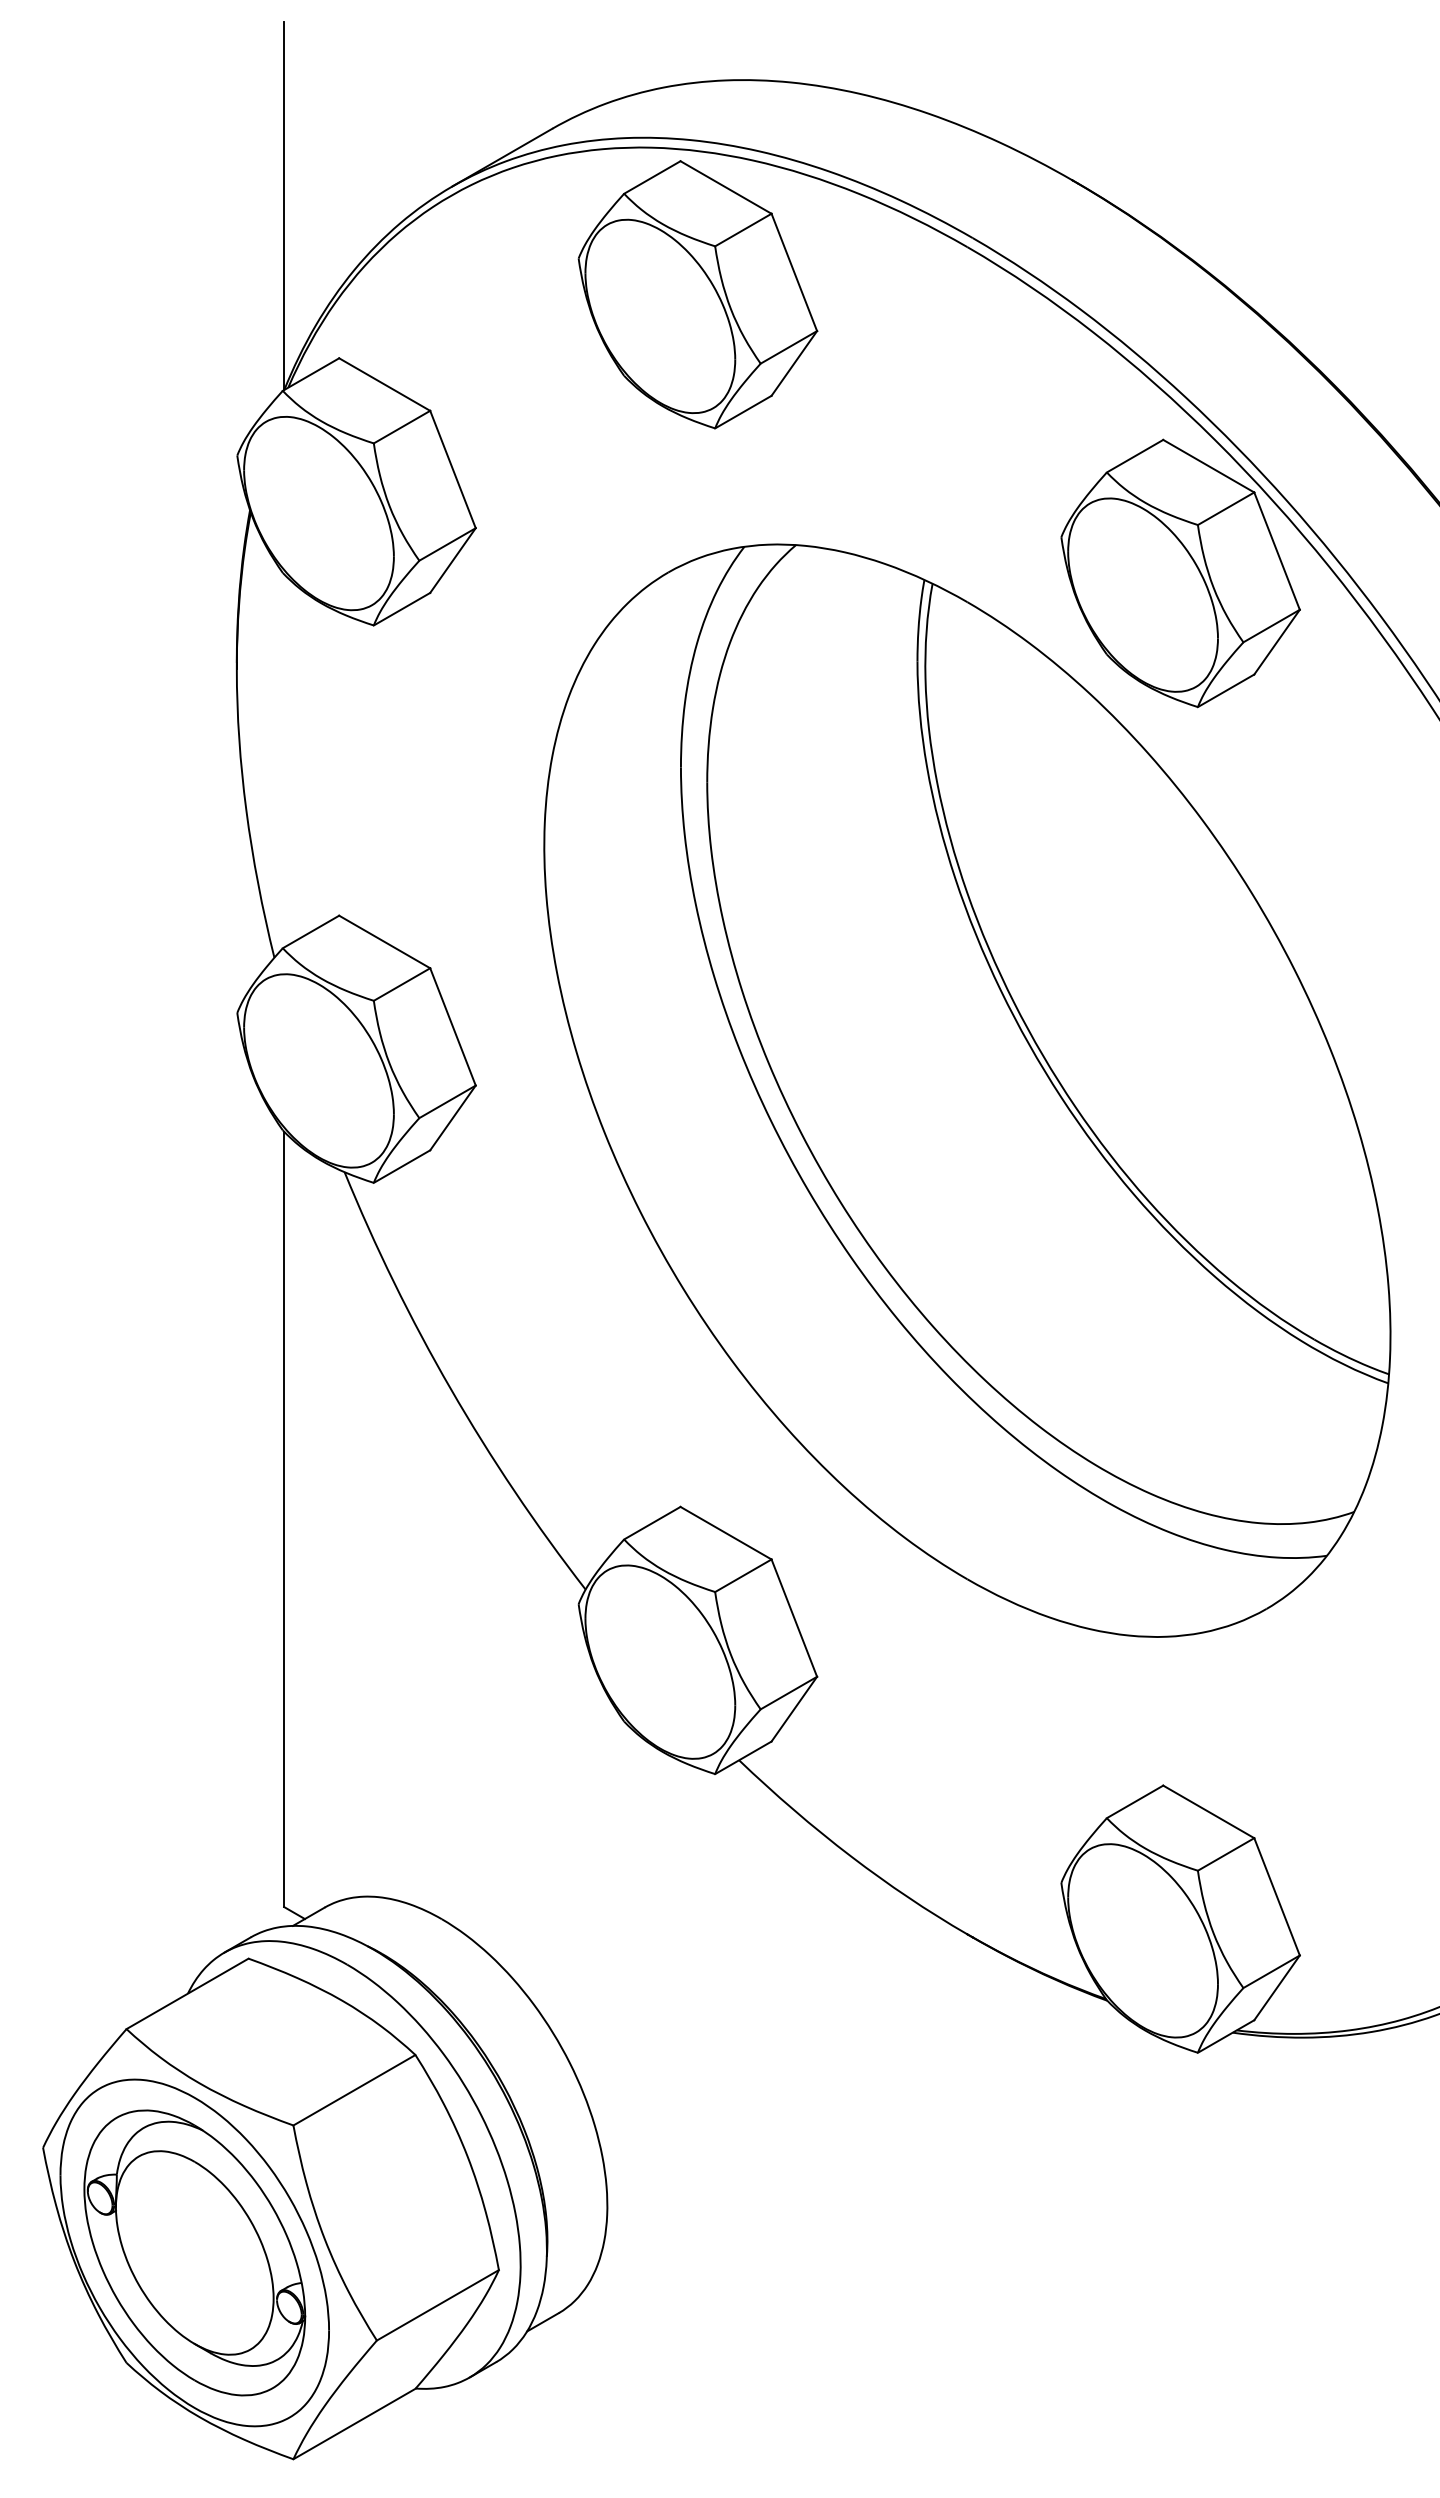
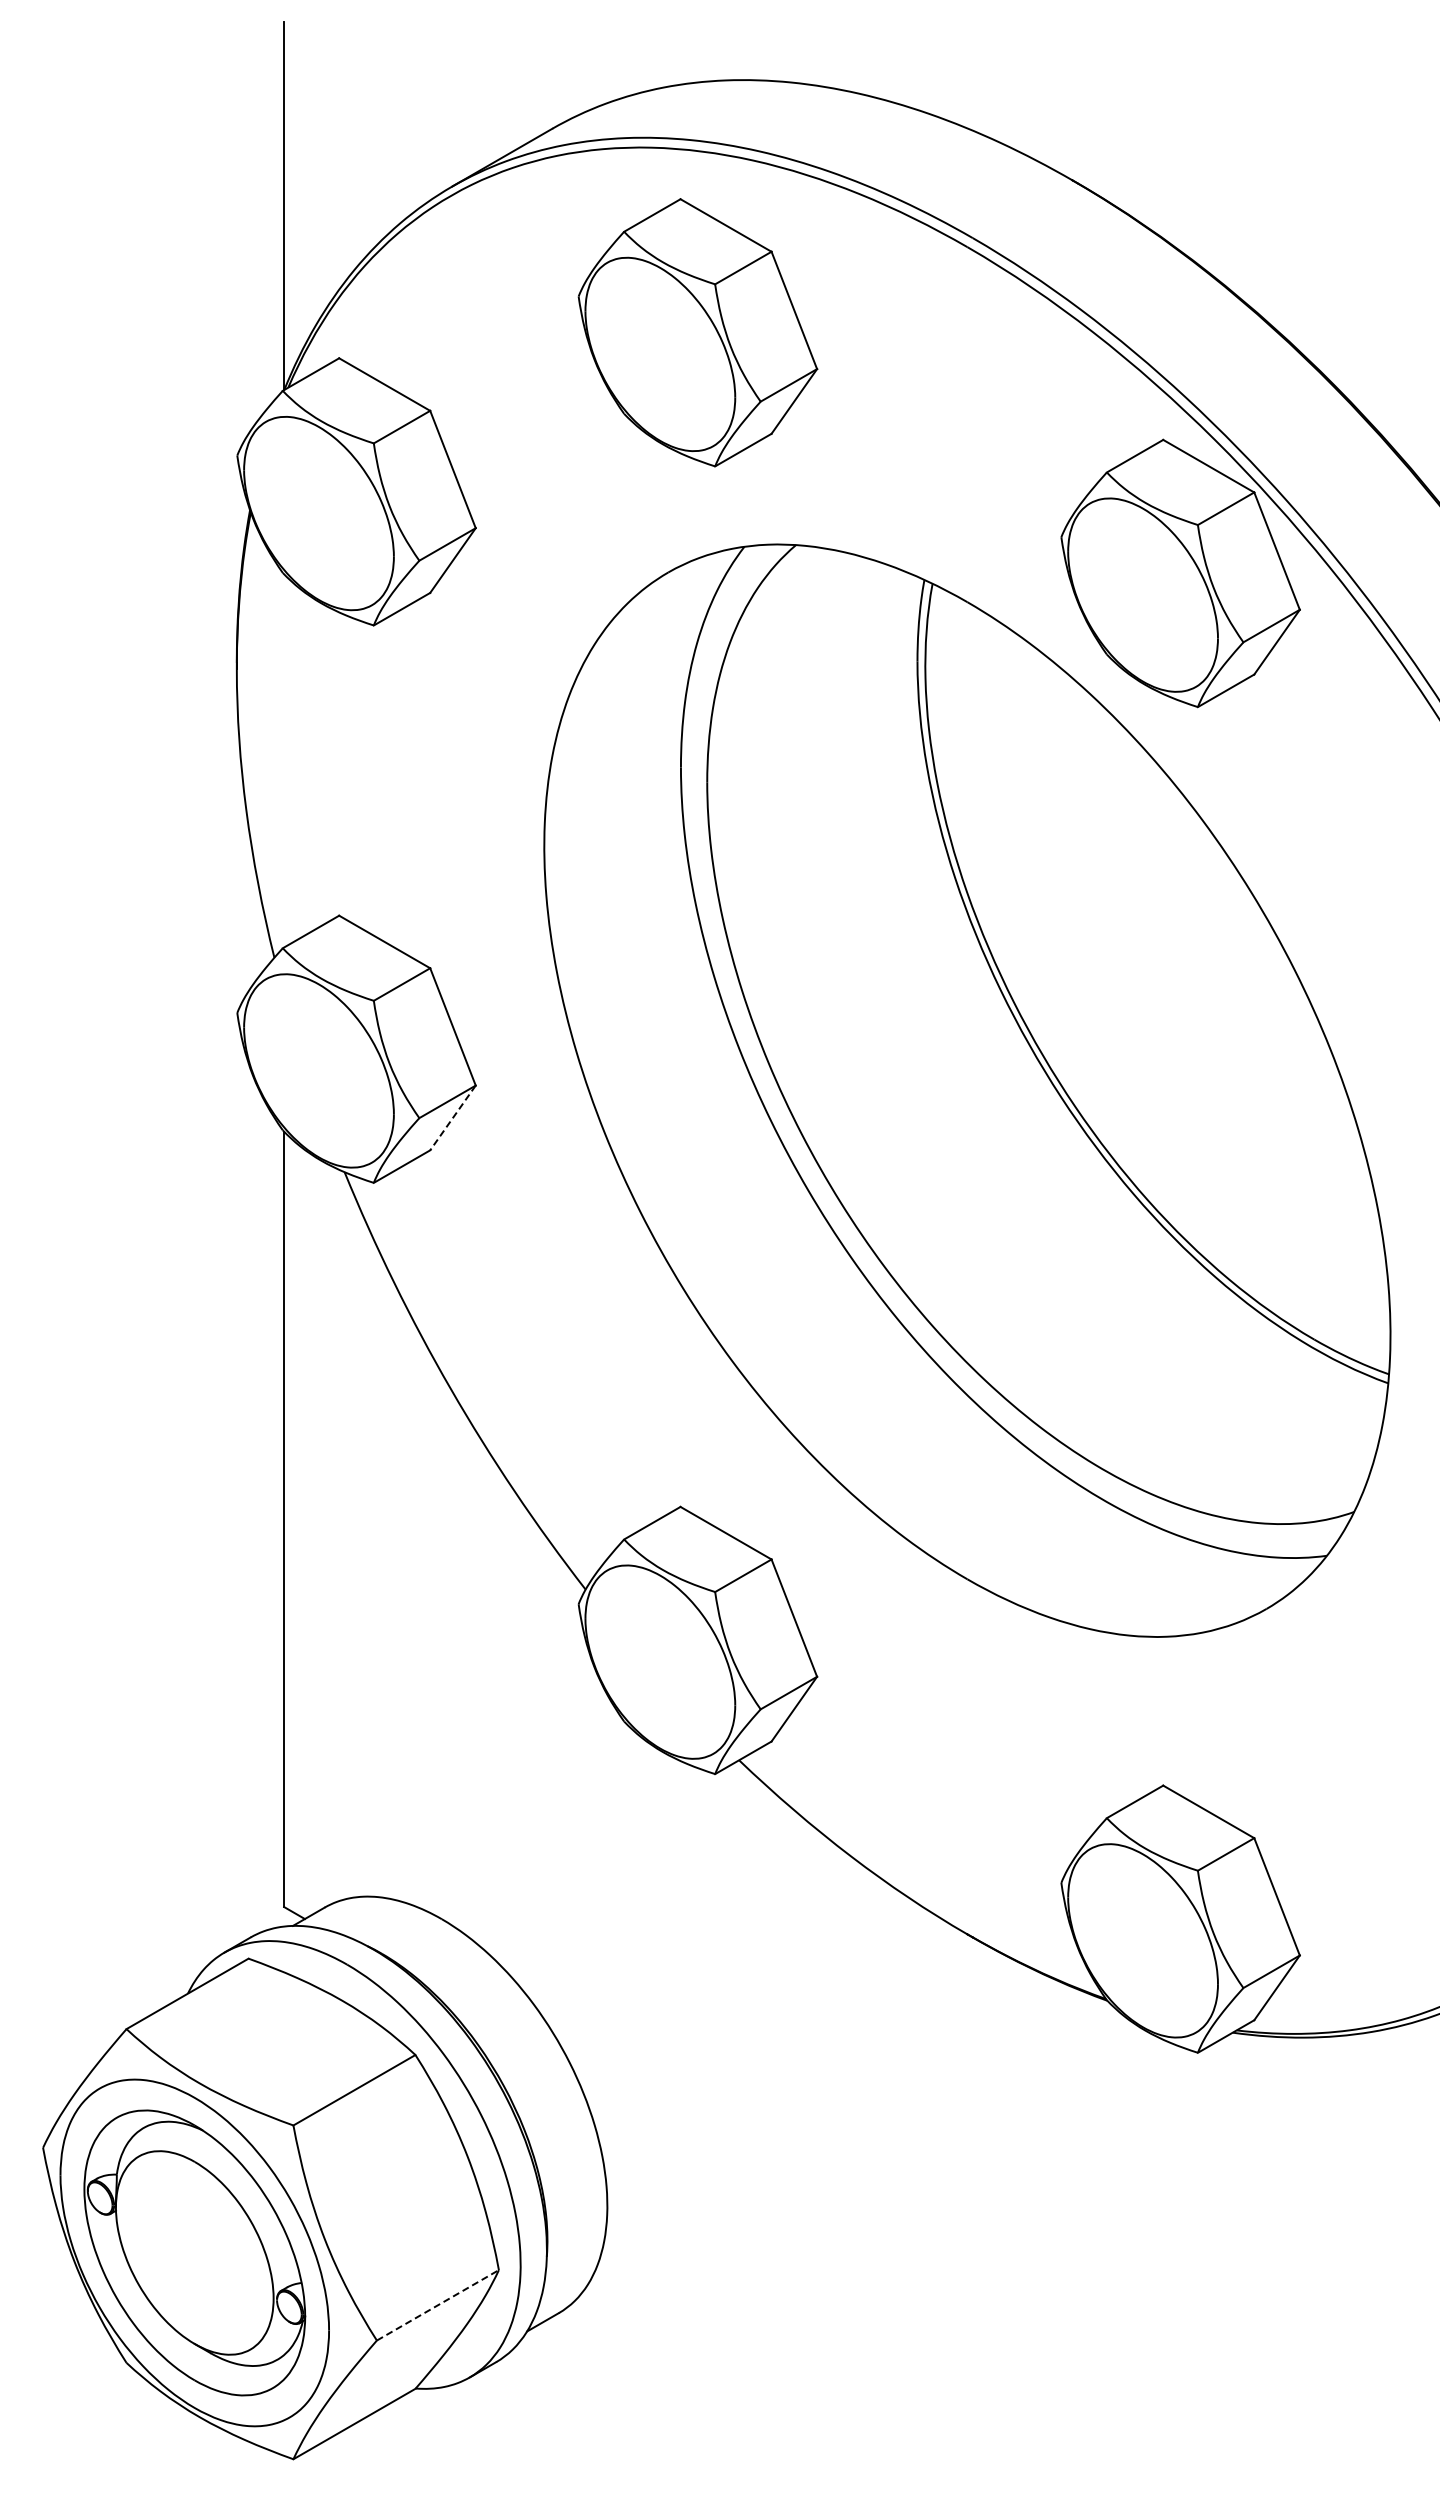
part at (697, 294) position: (697, 294) -> (697, 332)
line at (452, 1117): solid -> dashed
line at (438, 2305): solid -> dashed
